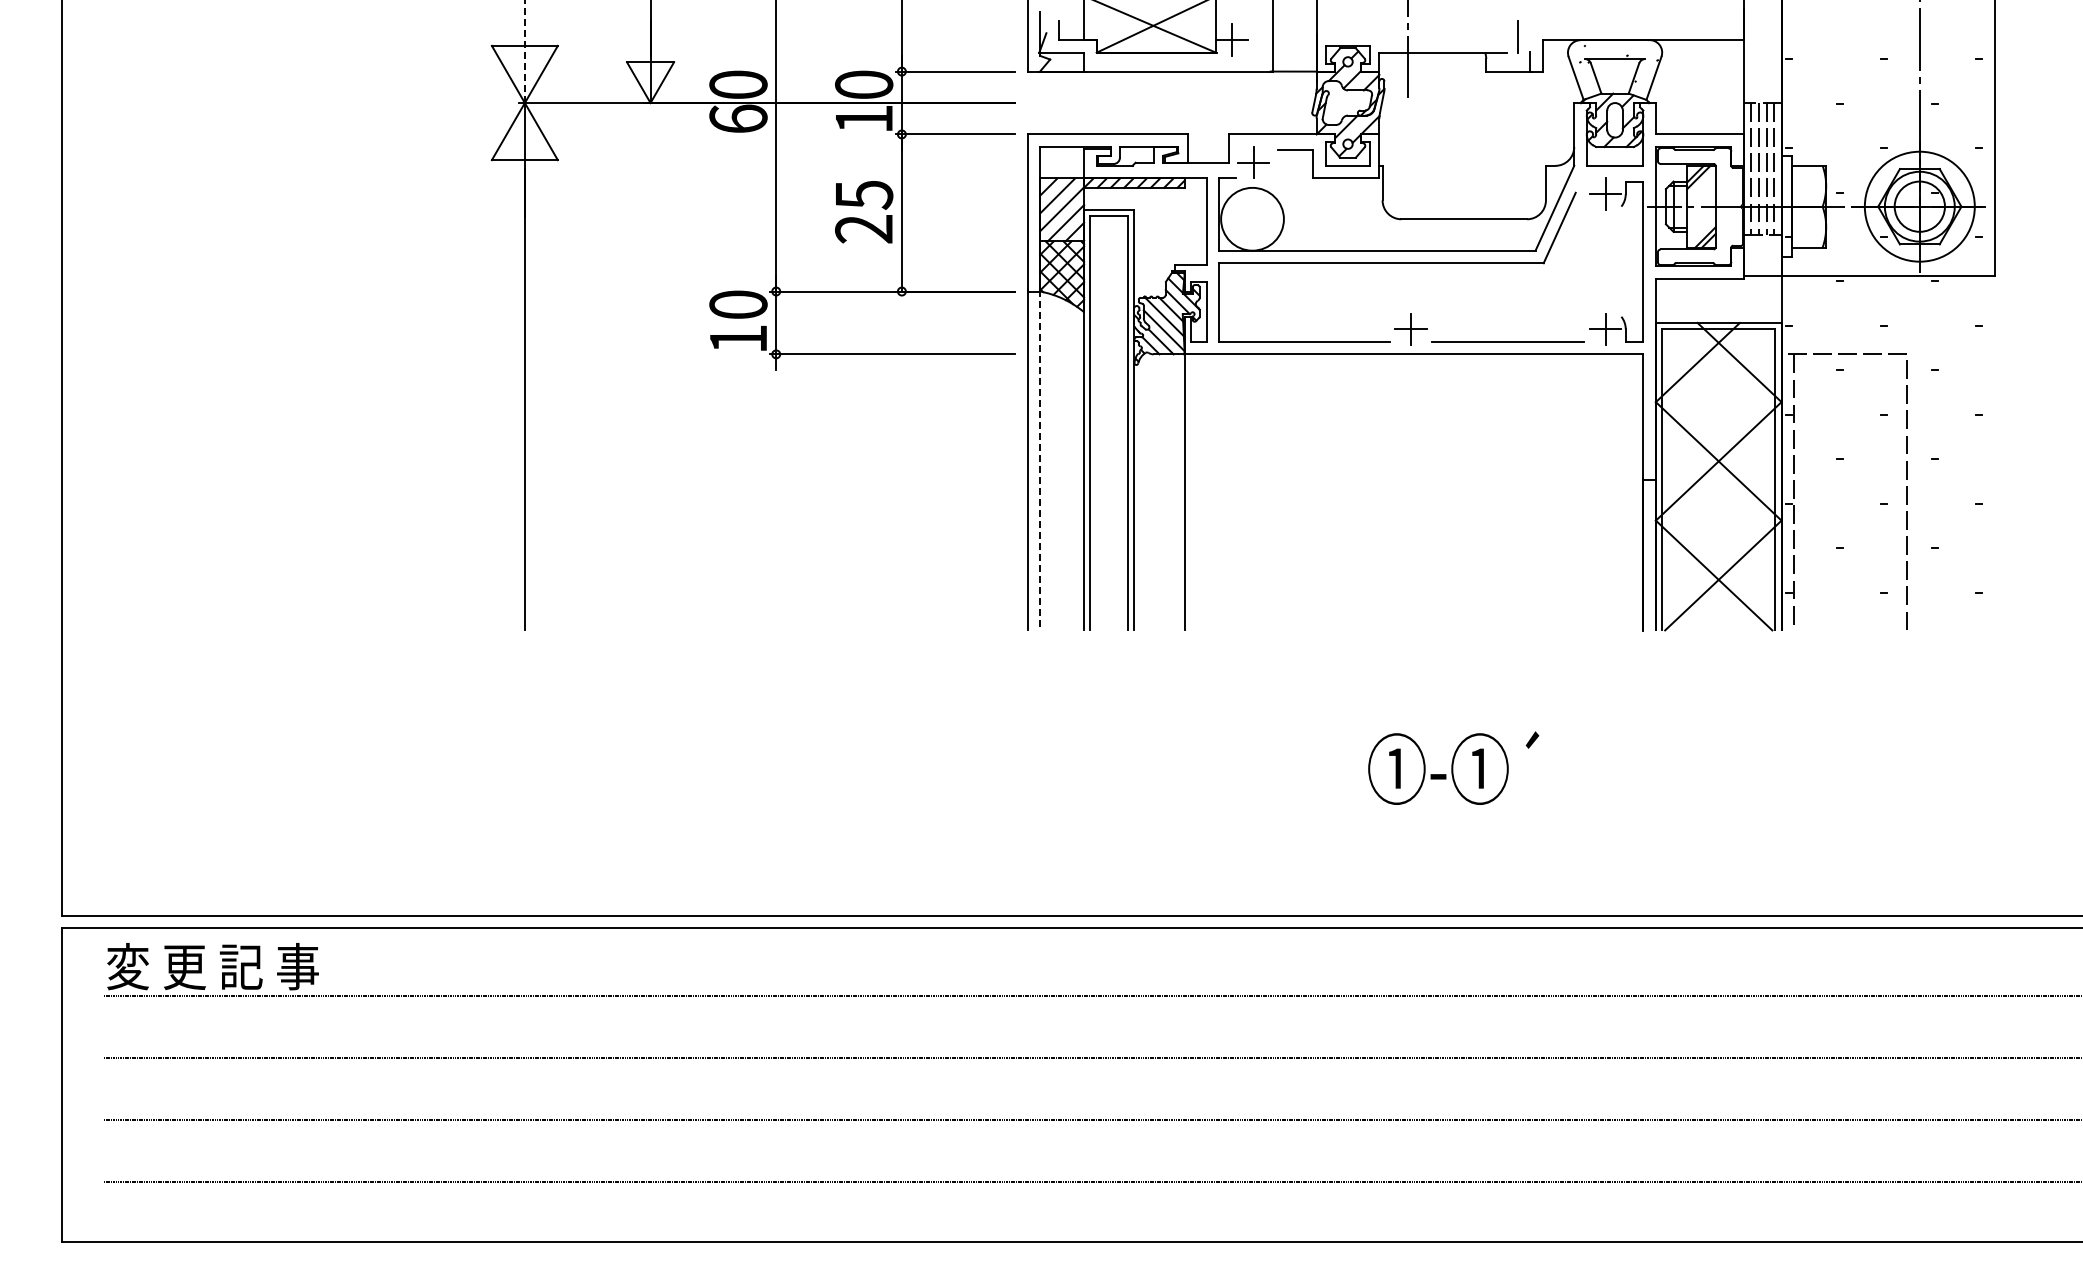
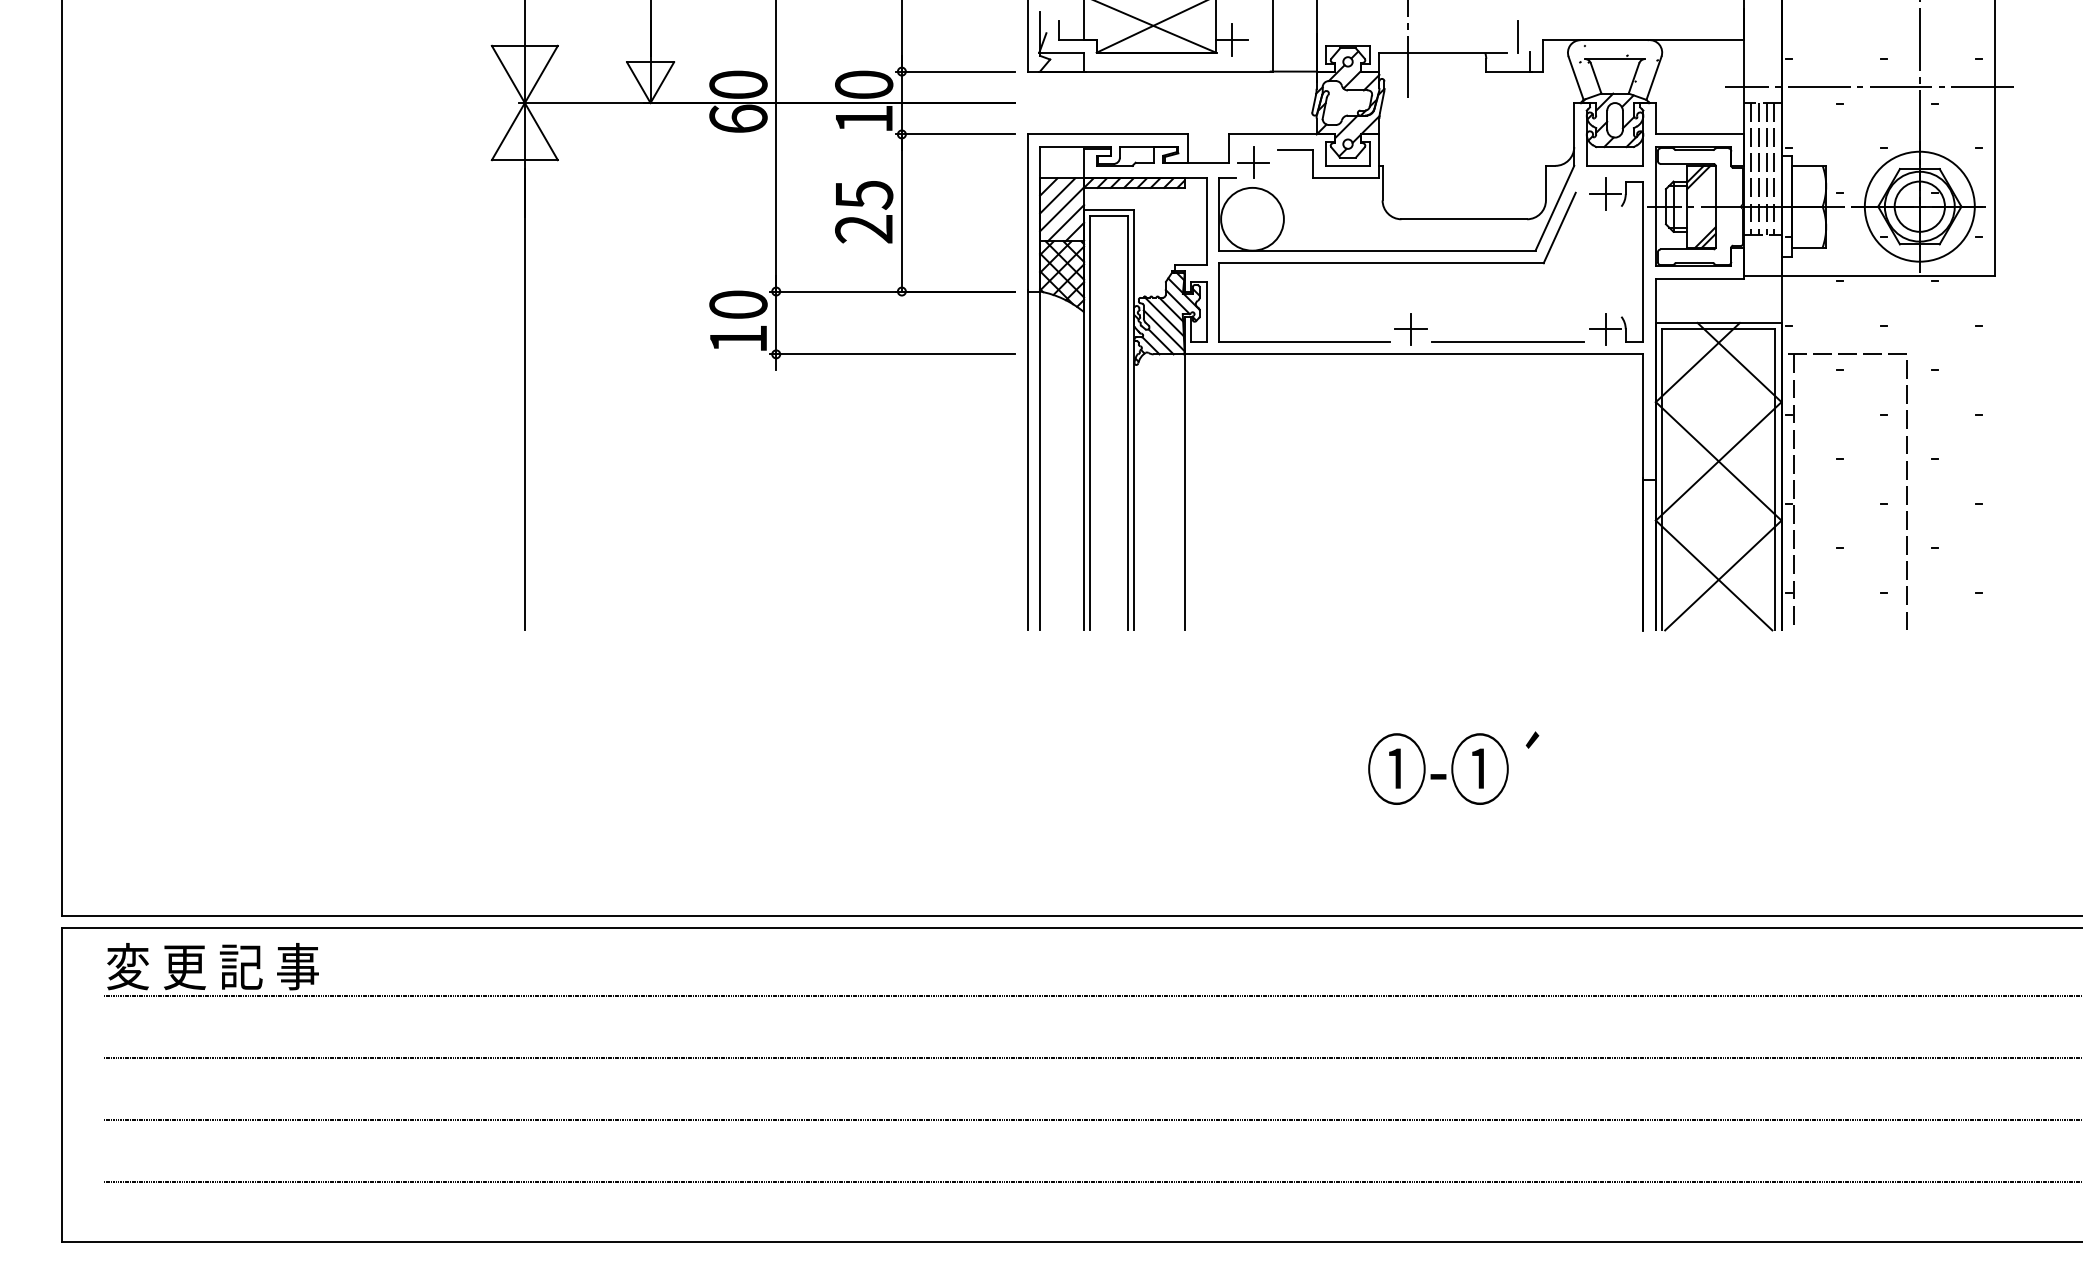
line at (524, 51): dashed -> solid
line at (1869, 87): none -> present
line at (1040, 460): dashed -> solid
